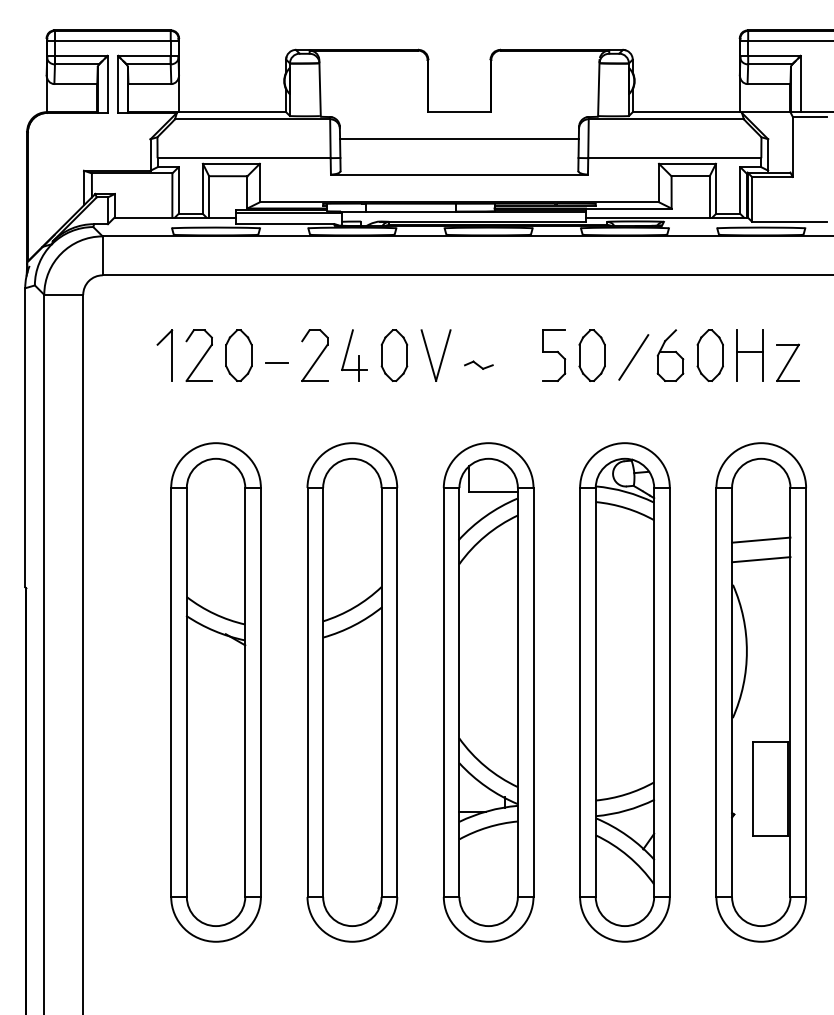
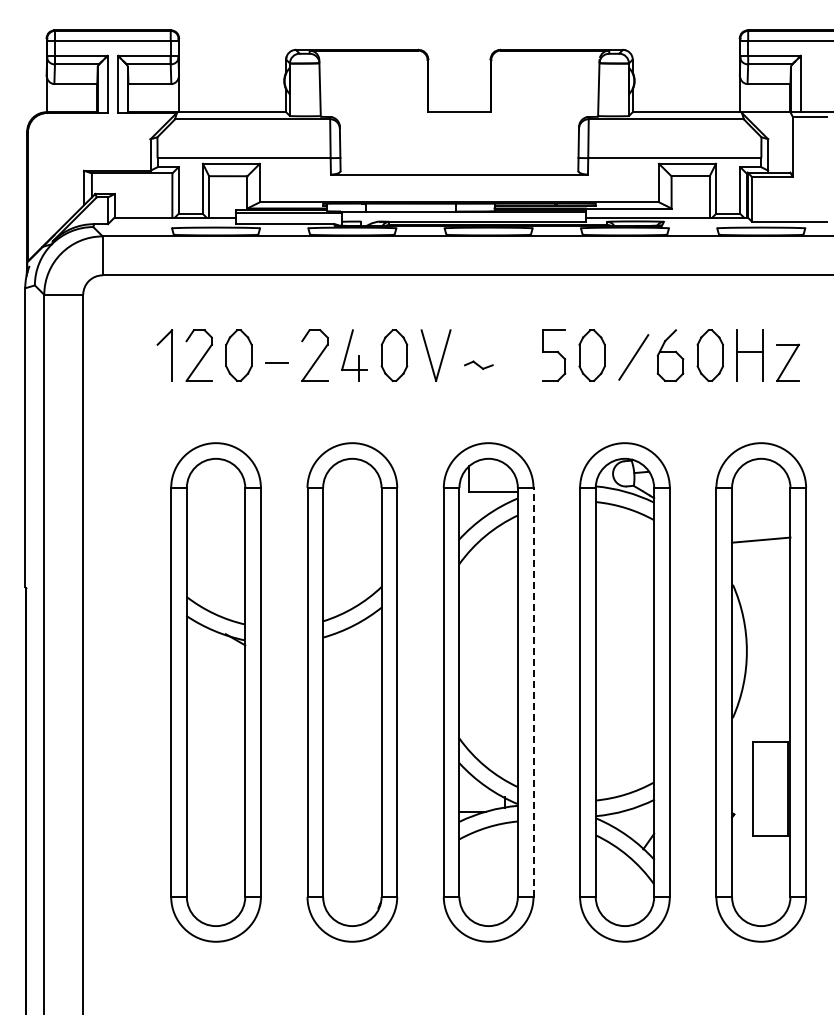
line at (459, 139): present -> none
line at (761, 559): present -> none
line at (533, 691): solid -> dashed
